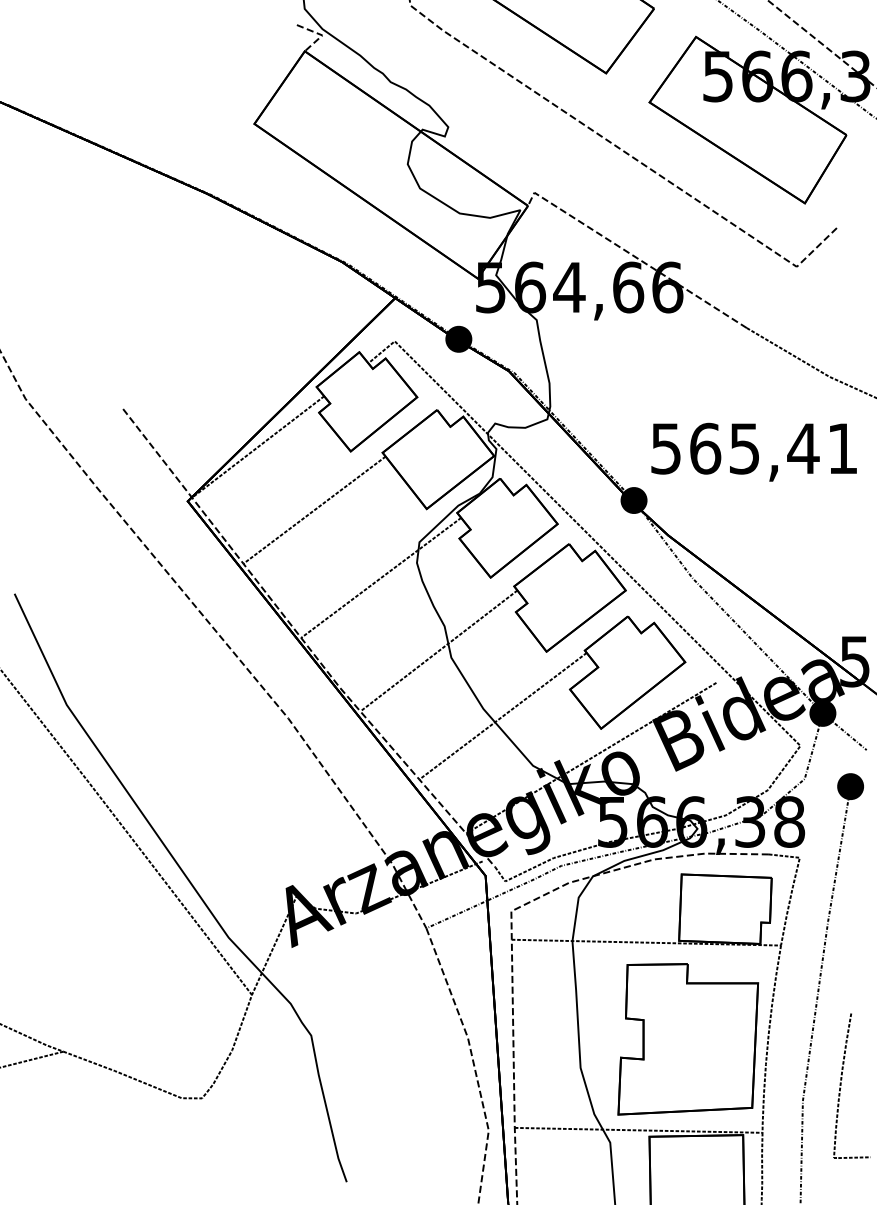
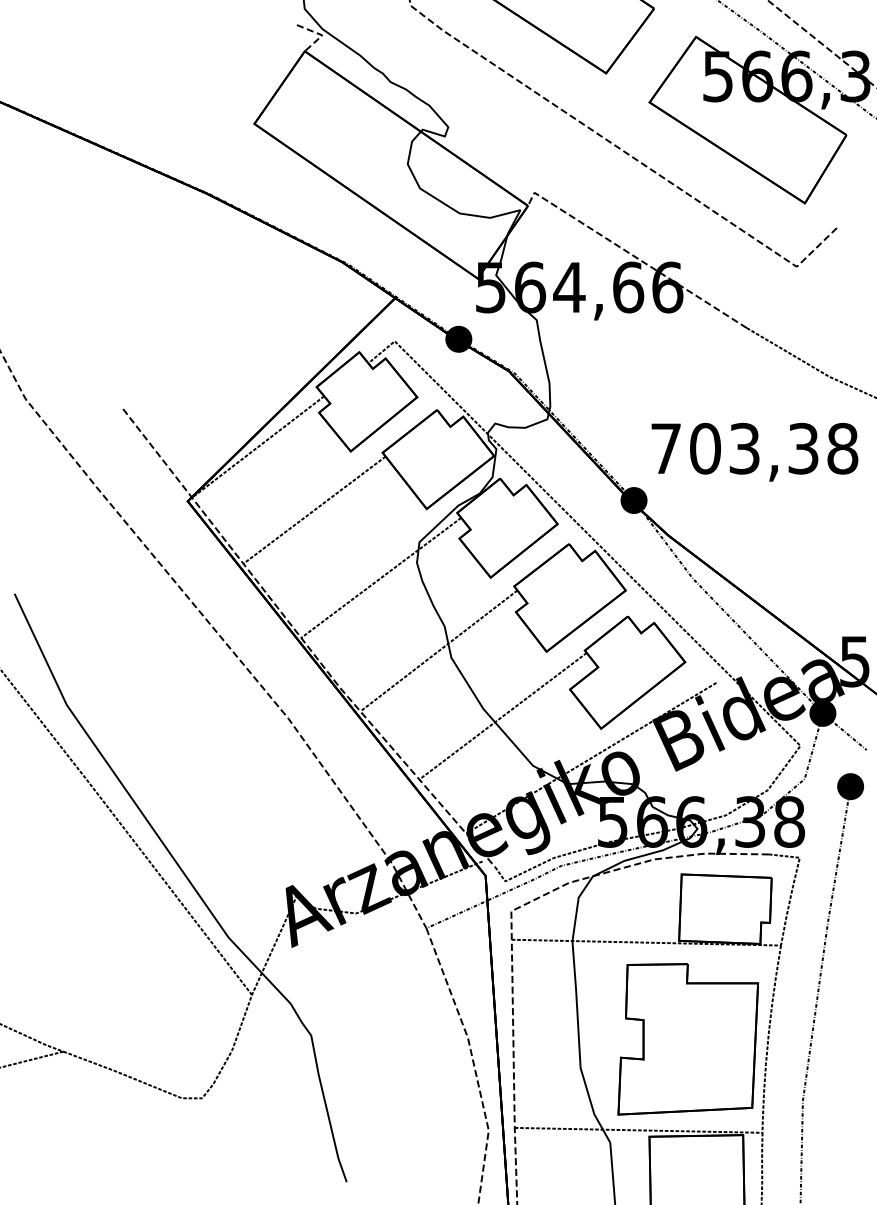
text at (754, 448): 565,41 -> 703,38
curve at (841, 1085): present -> none
